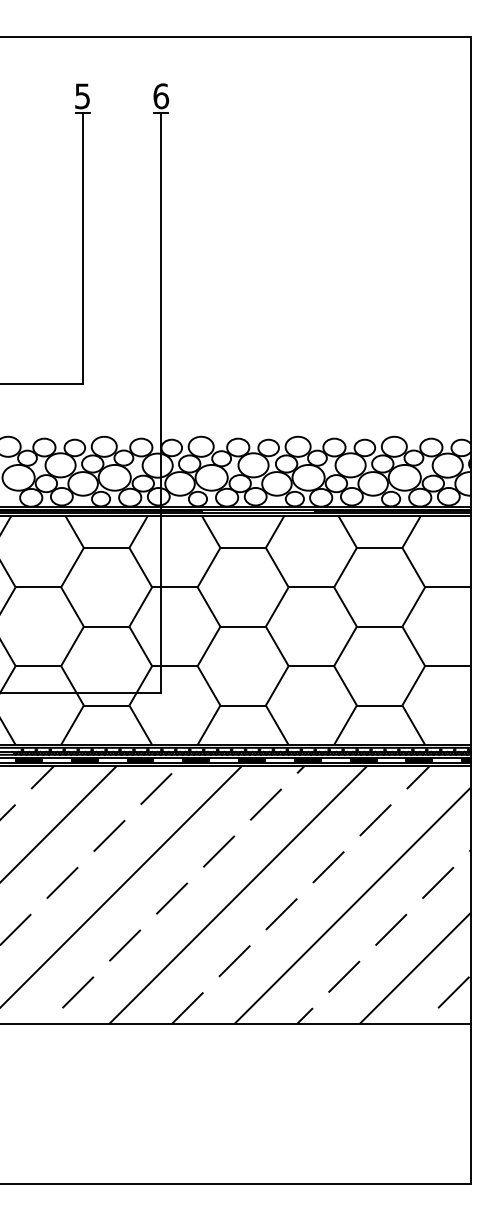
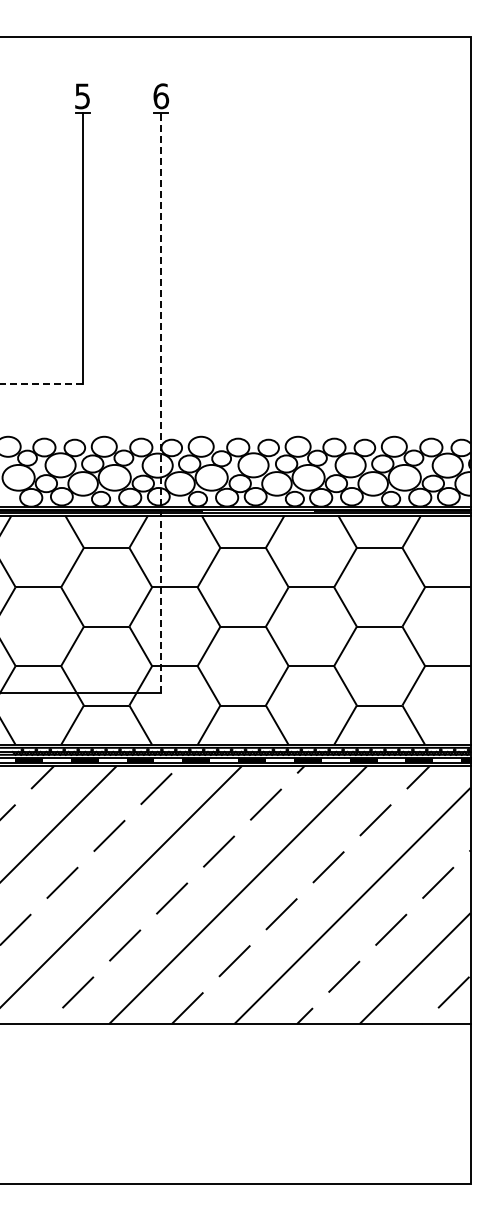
line at (41, 384): solid -> dashed
line at (161, 402): solid -> dashed
